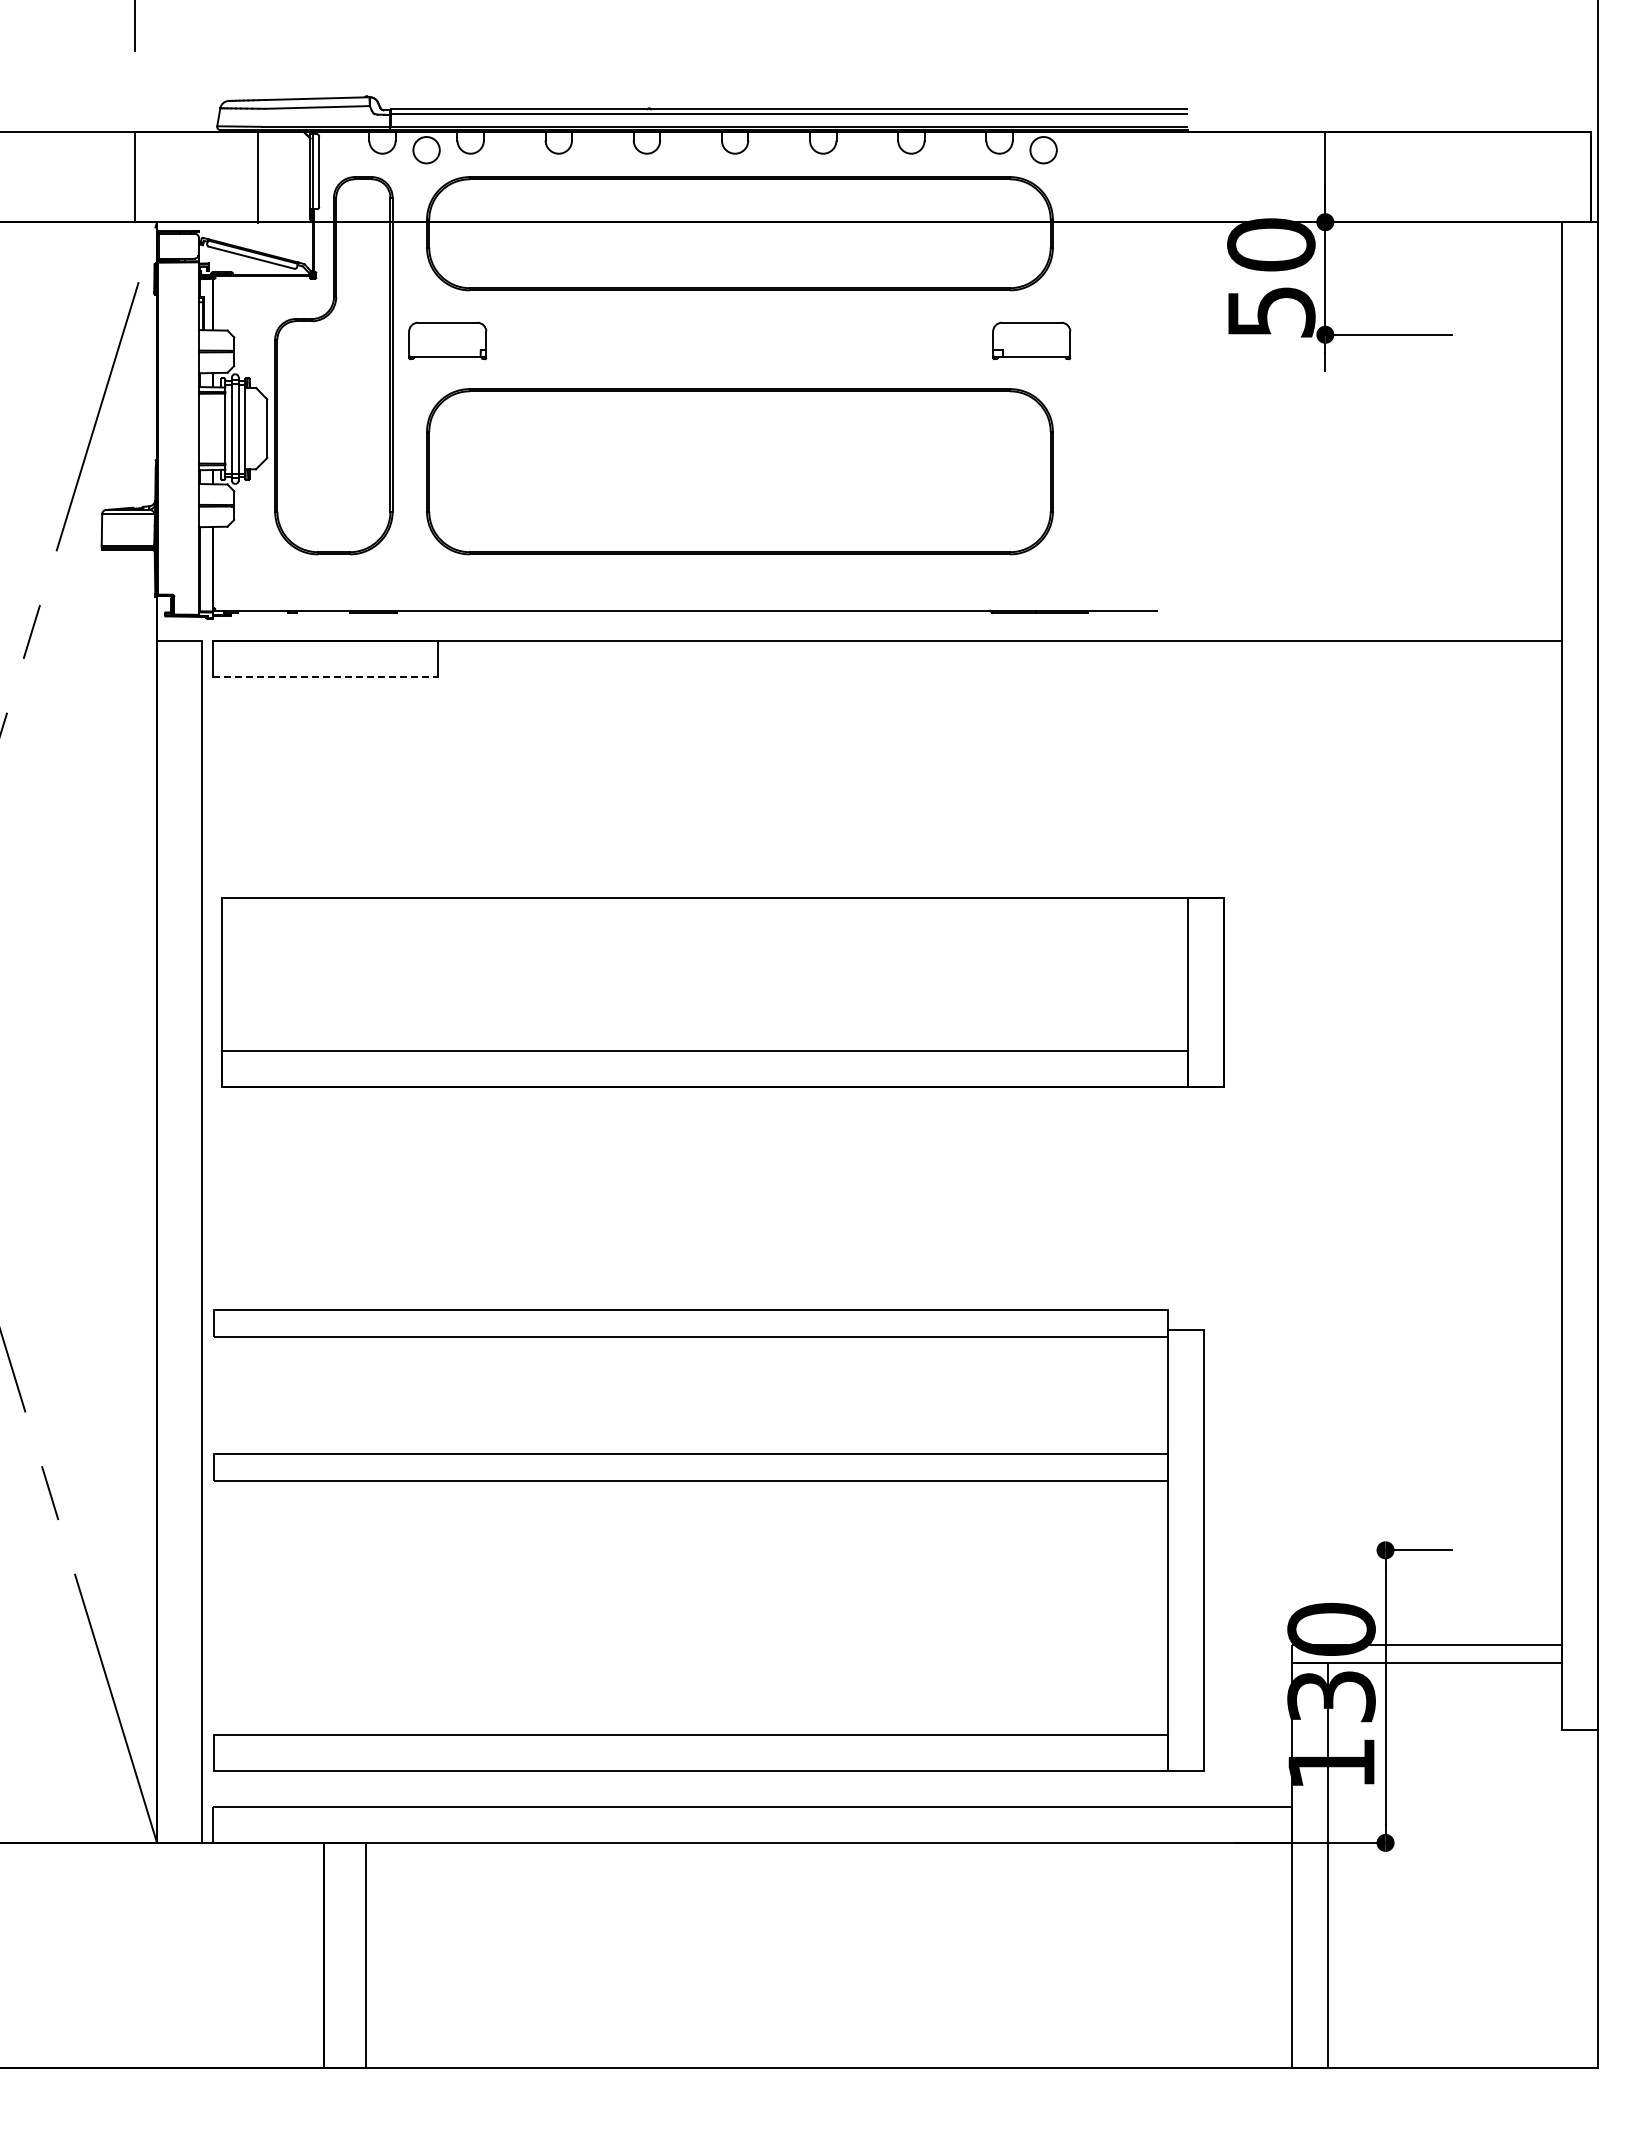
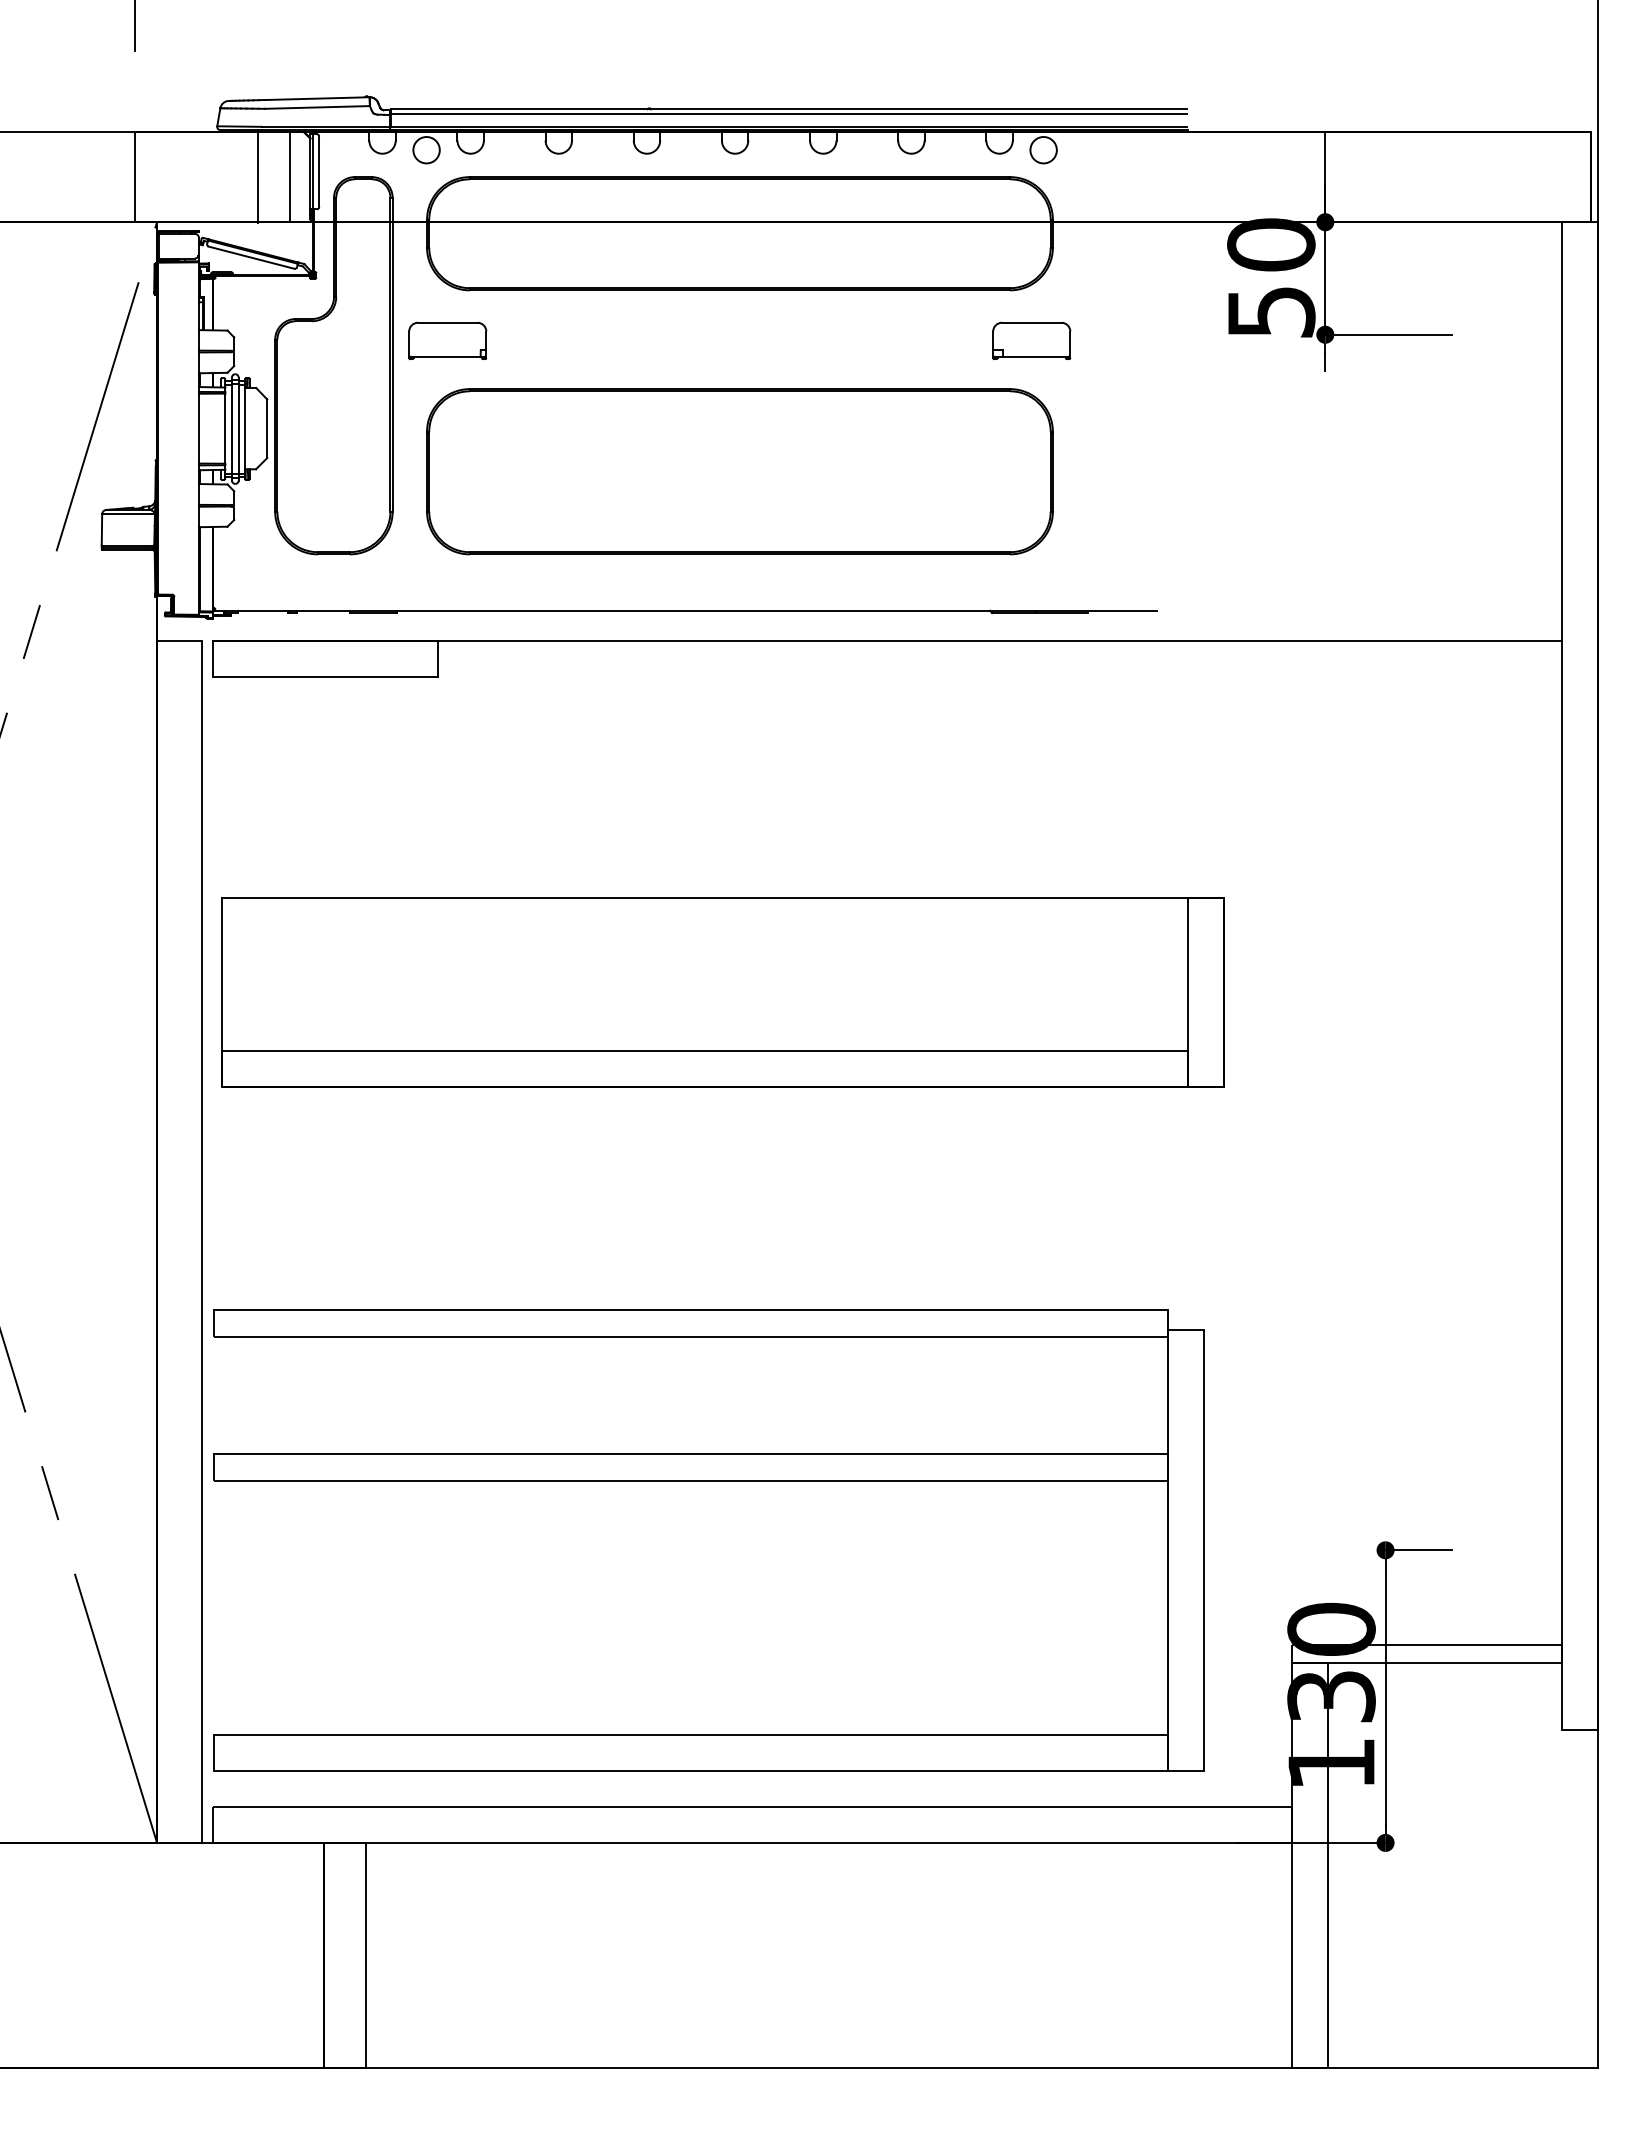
line at (289, 177): none -> present
line at (325, 676): dashed -> solid
